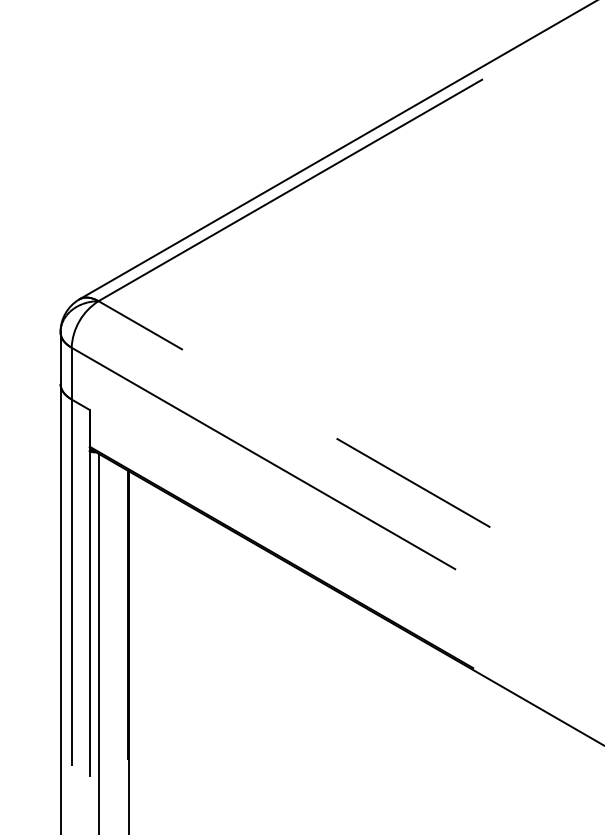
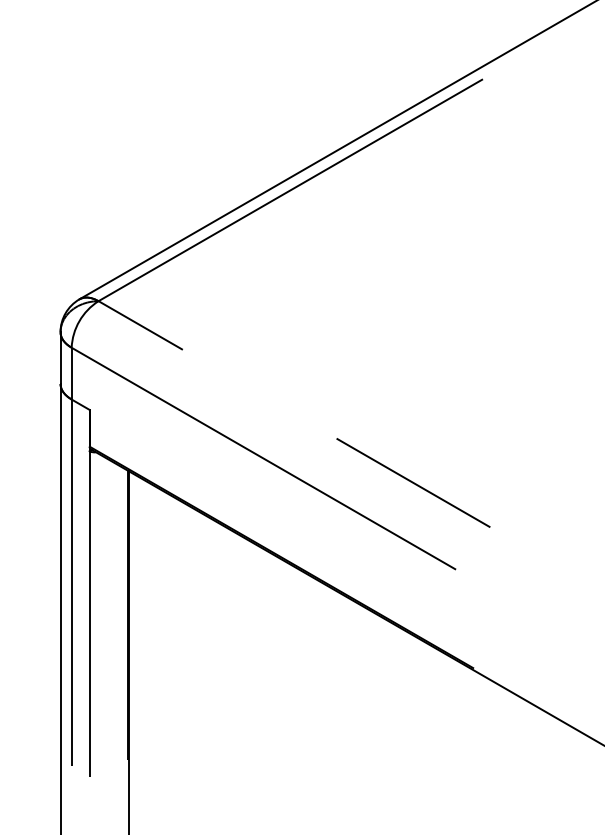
line at (98, 642): present -> none
